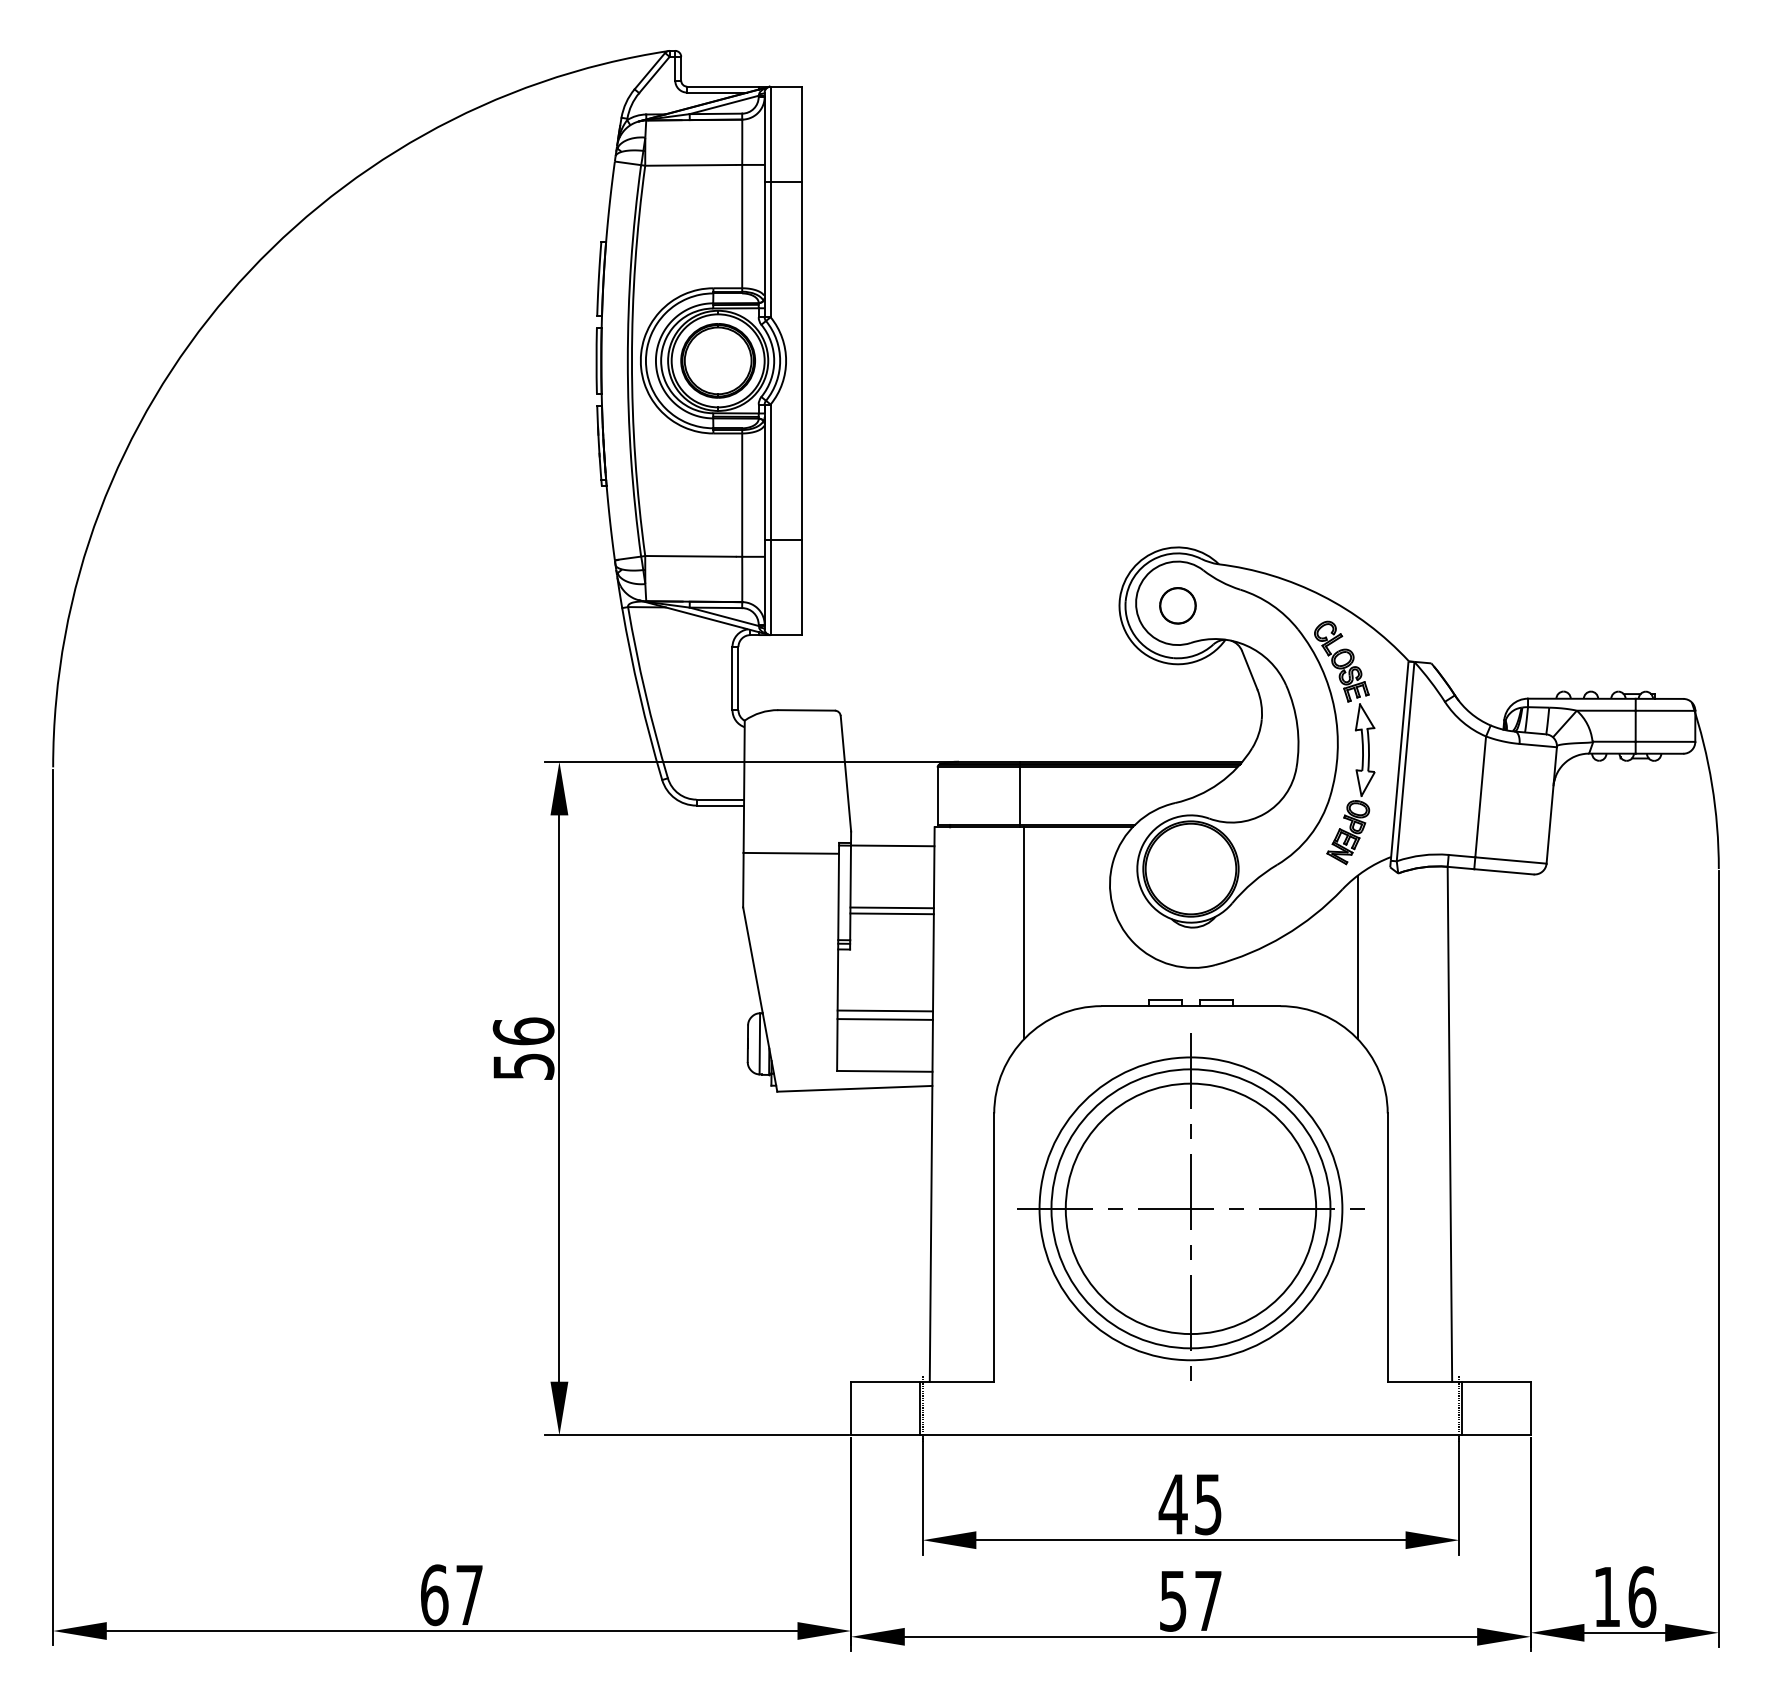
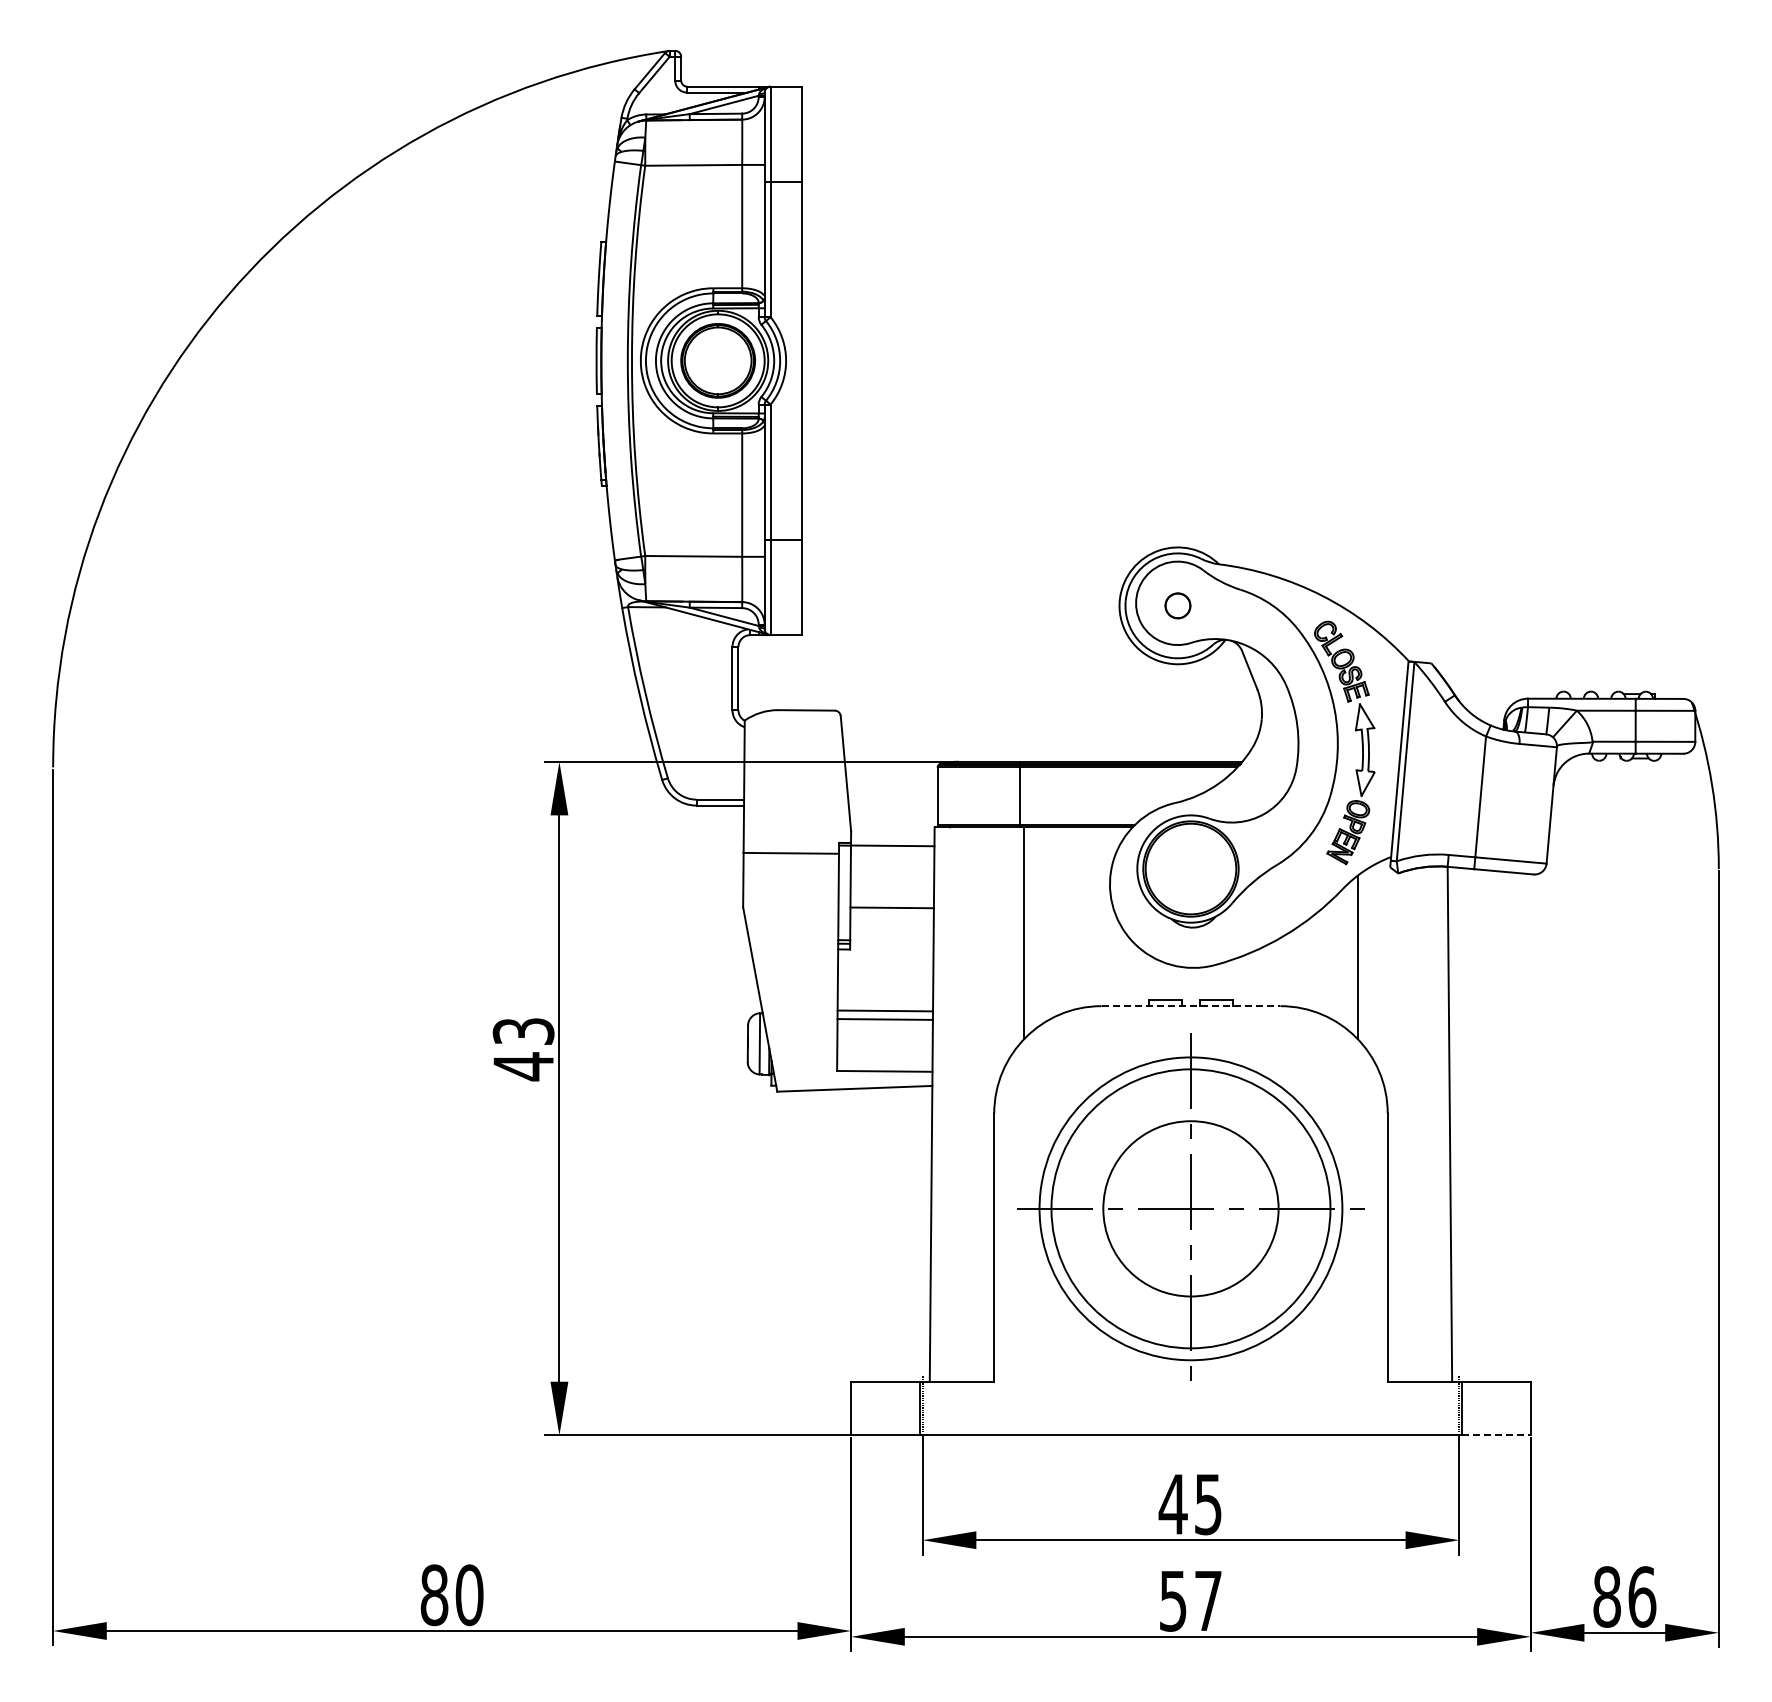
part at (1177, 605) size: 38x38 px -> 28x28 px
line at (891, 913): present -> none
line at (1191, 1006): solid -> dashed
text at (523, 1049): 56 -> 43
circle at (1190, 1208) diameter: 250 px -> 175 px
line at (1497, 1435): solid -> dashed
text at (451, 1595): 67 -> 80
text at (1606, 1596): 16 -> 86
